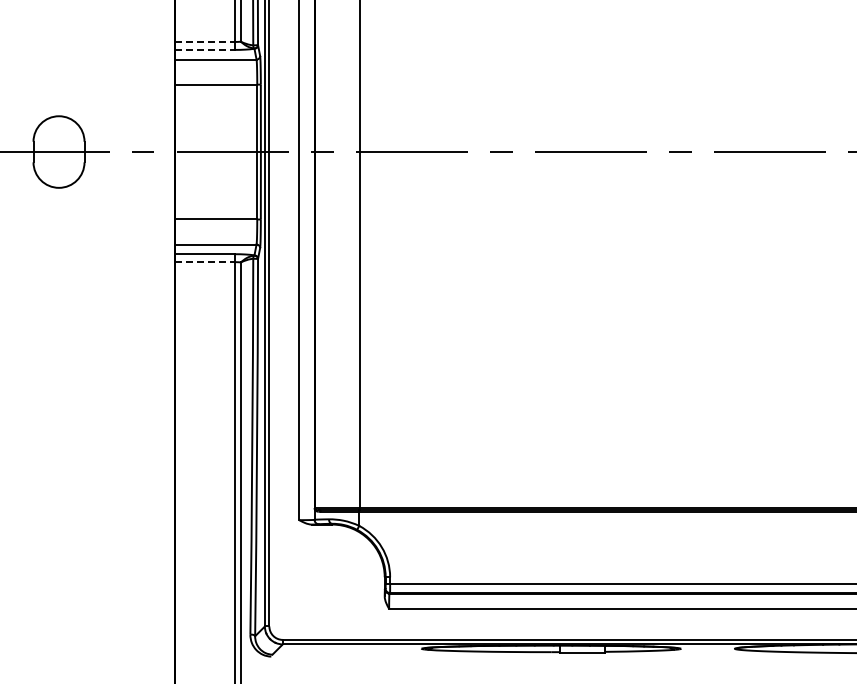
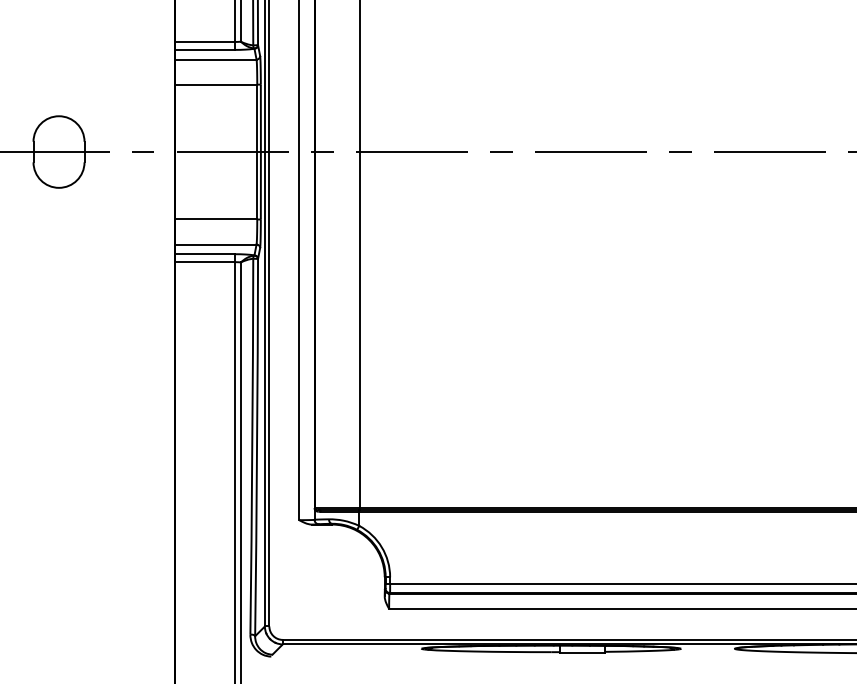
line at (205, 41): dashed -> solid
line at (205, 49): dashed -> solid
line at (205, 262): dashed -> solid
